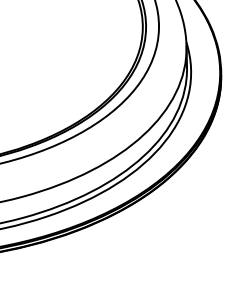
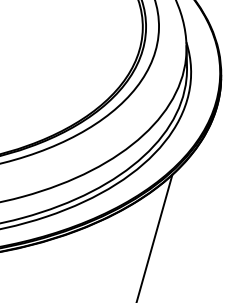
line at (154, 236): none -> present
